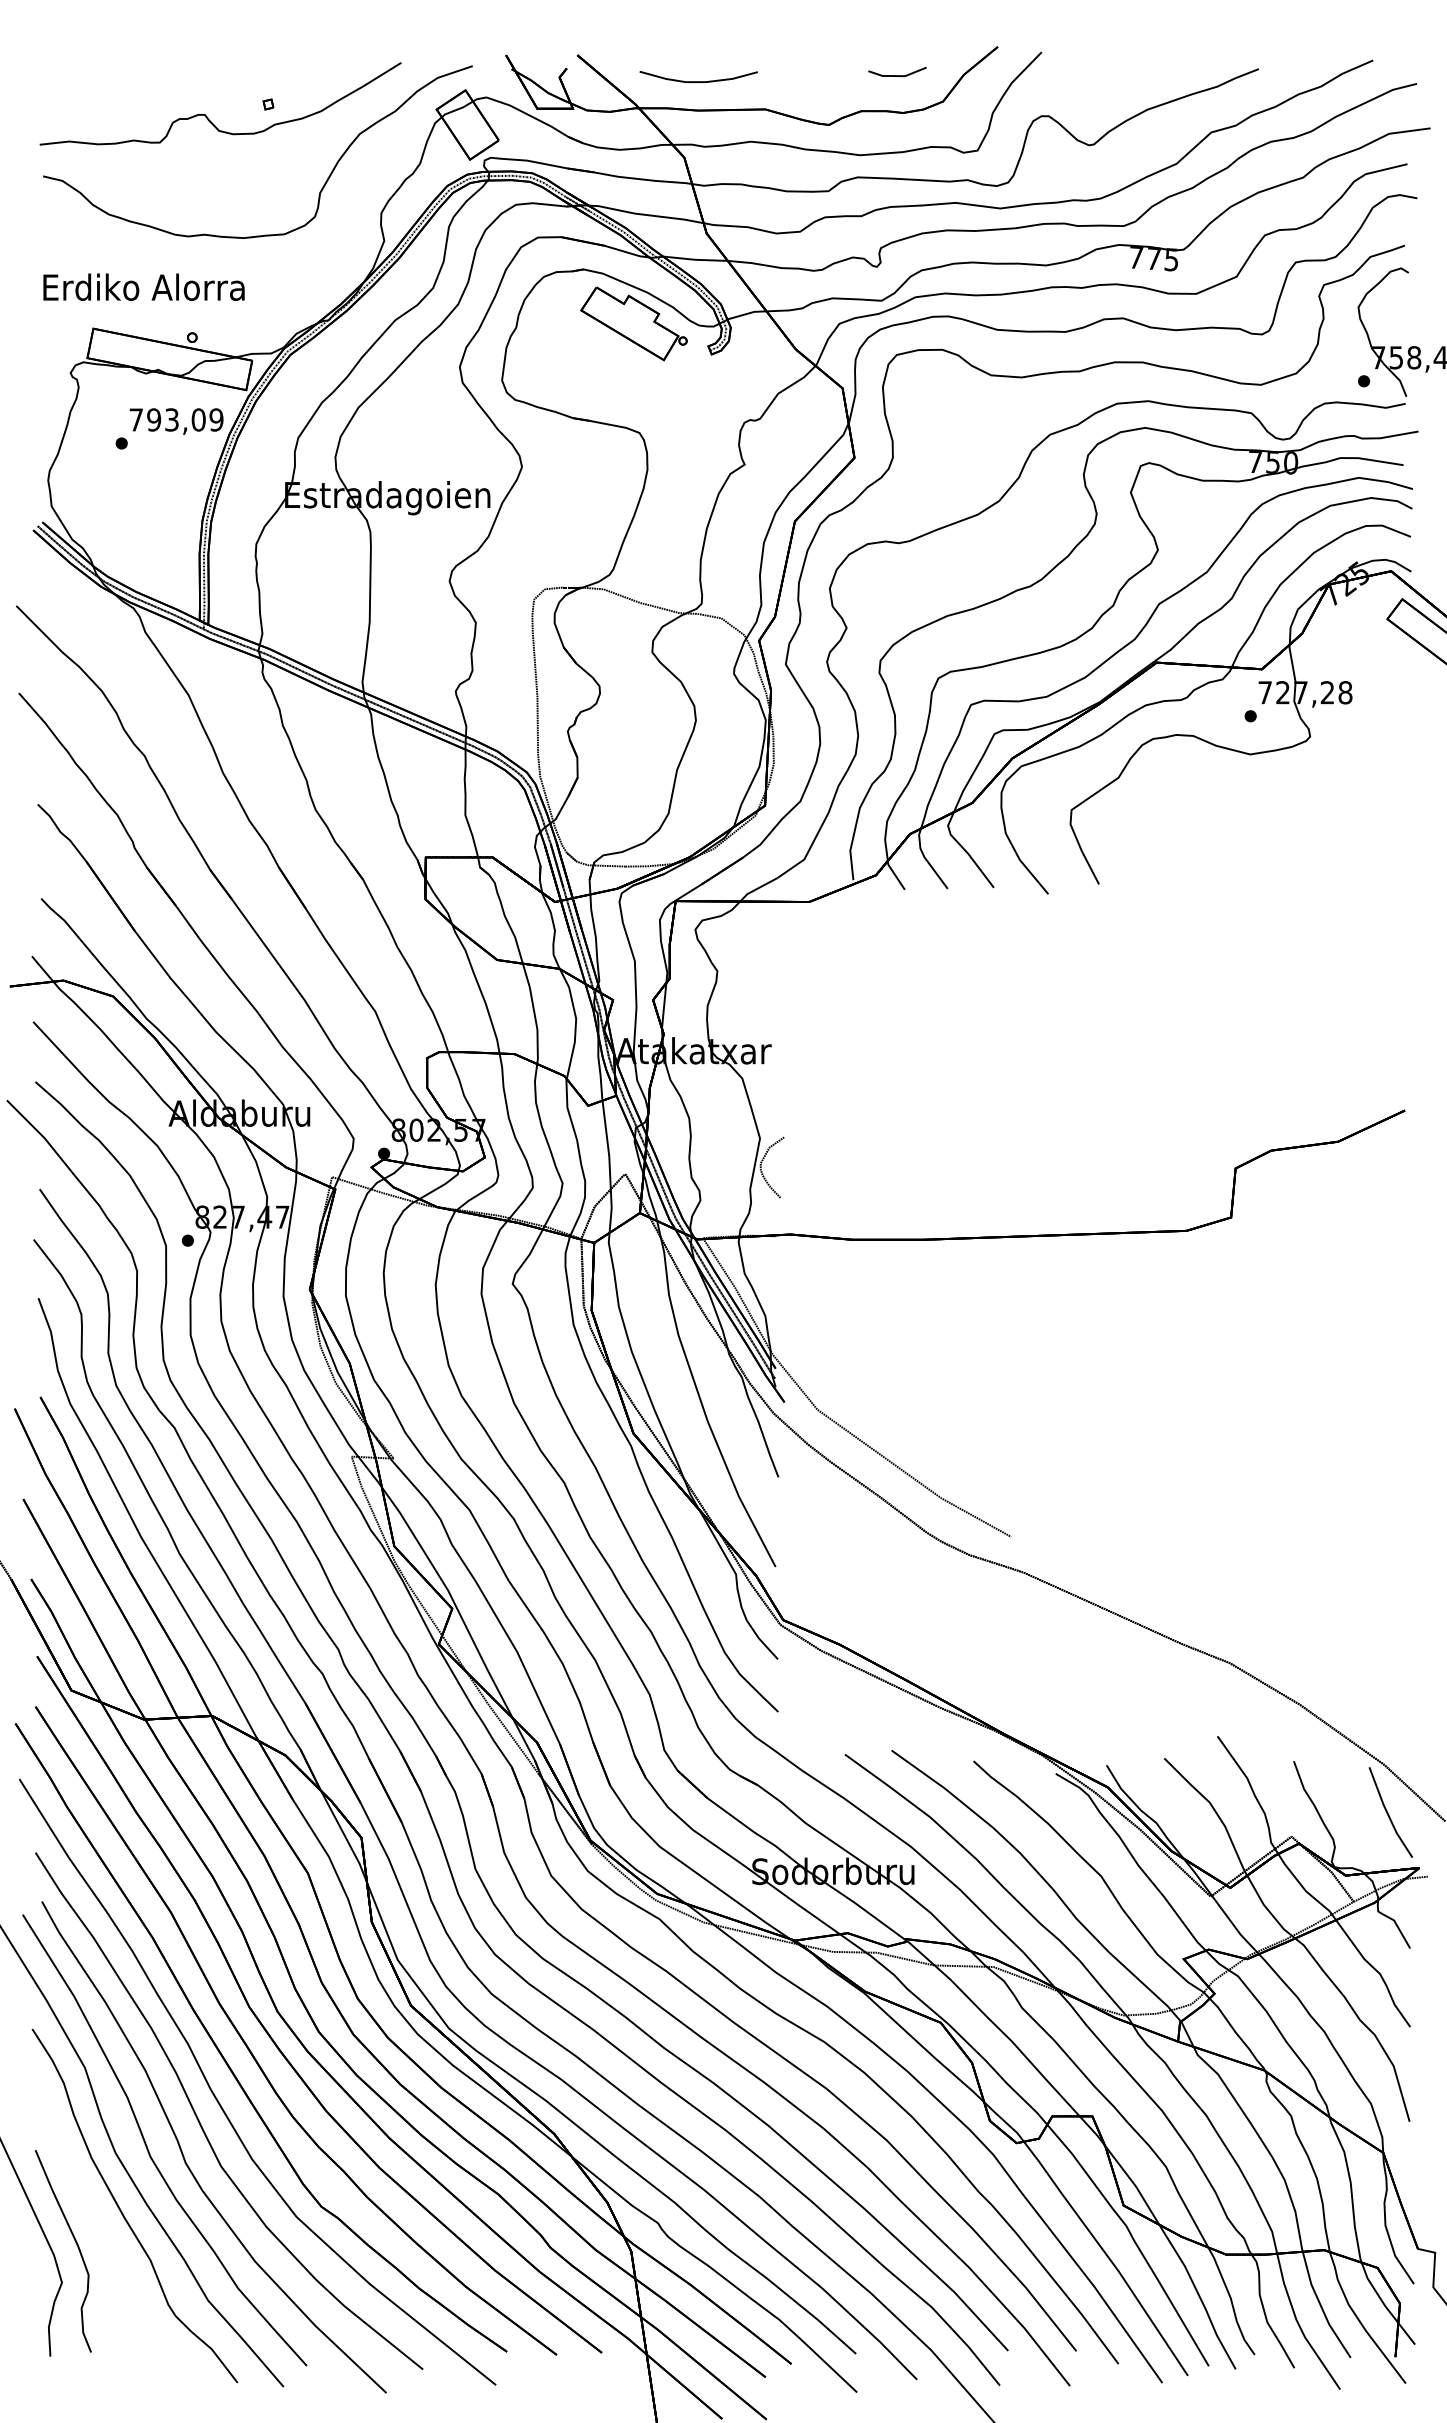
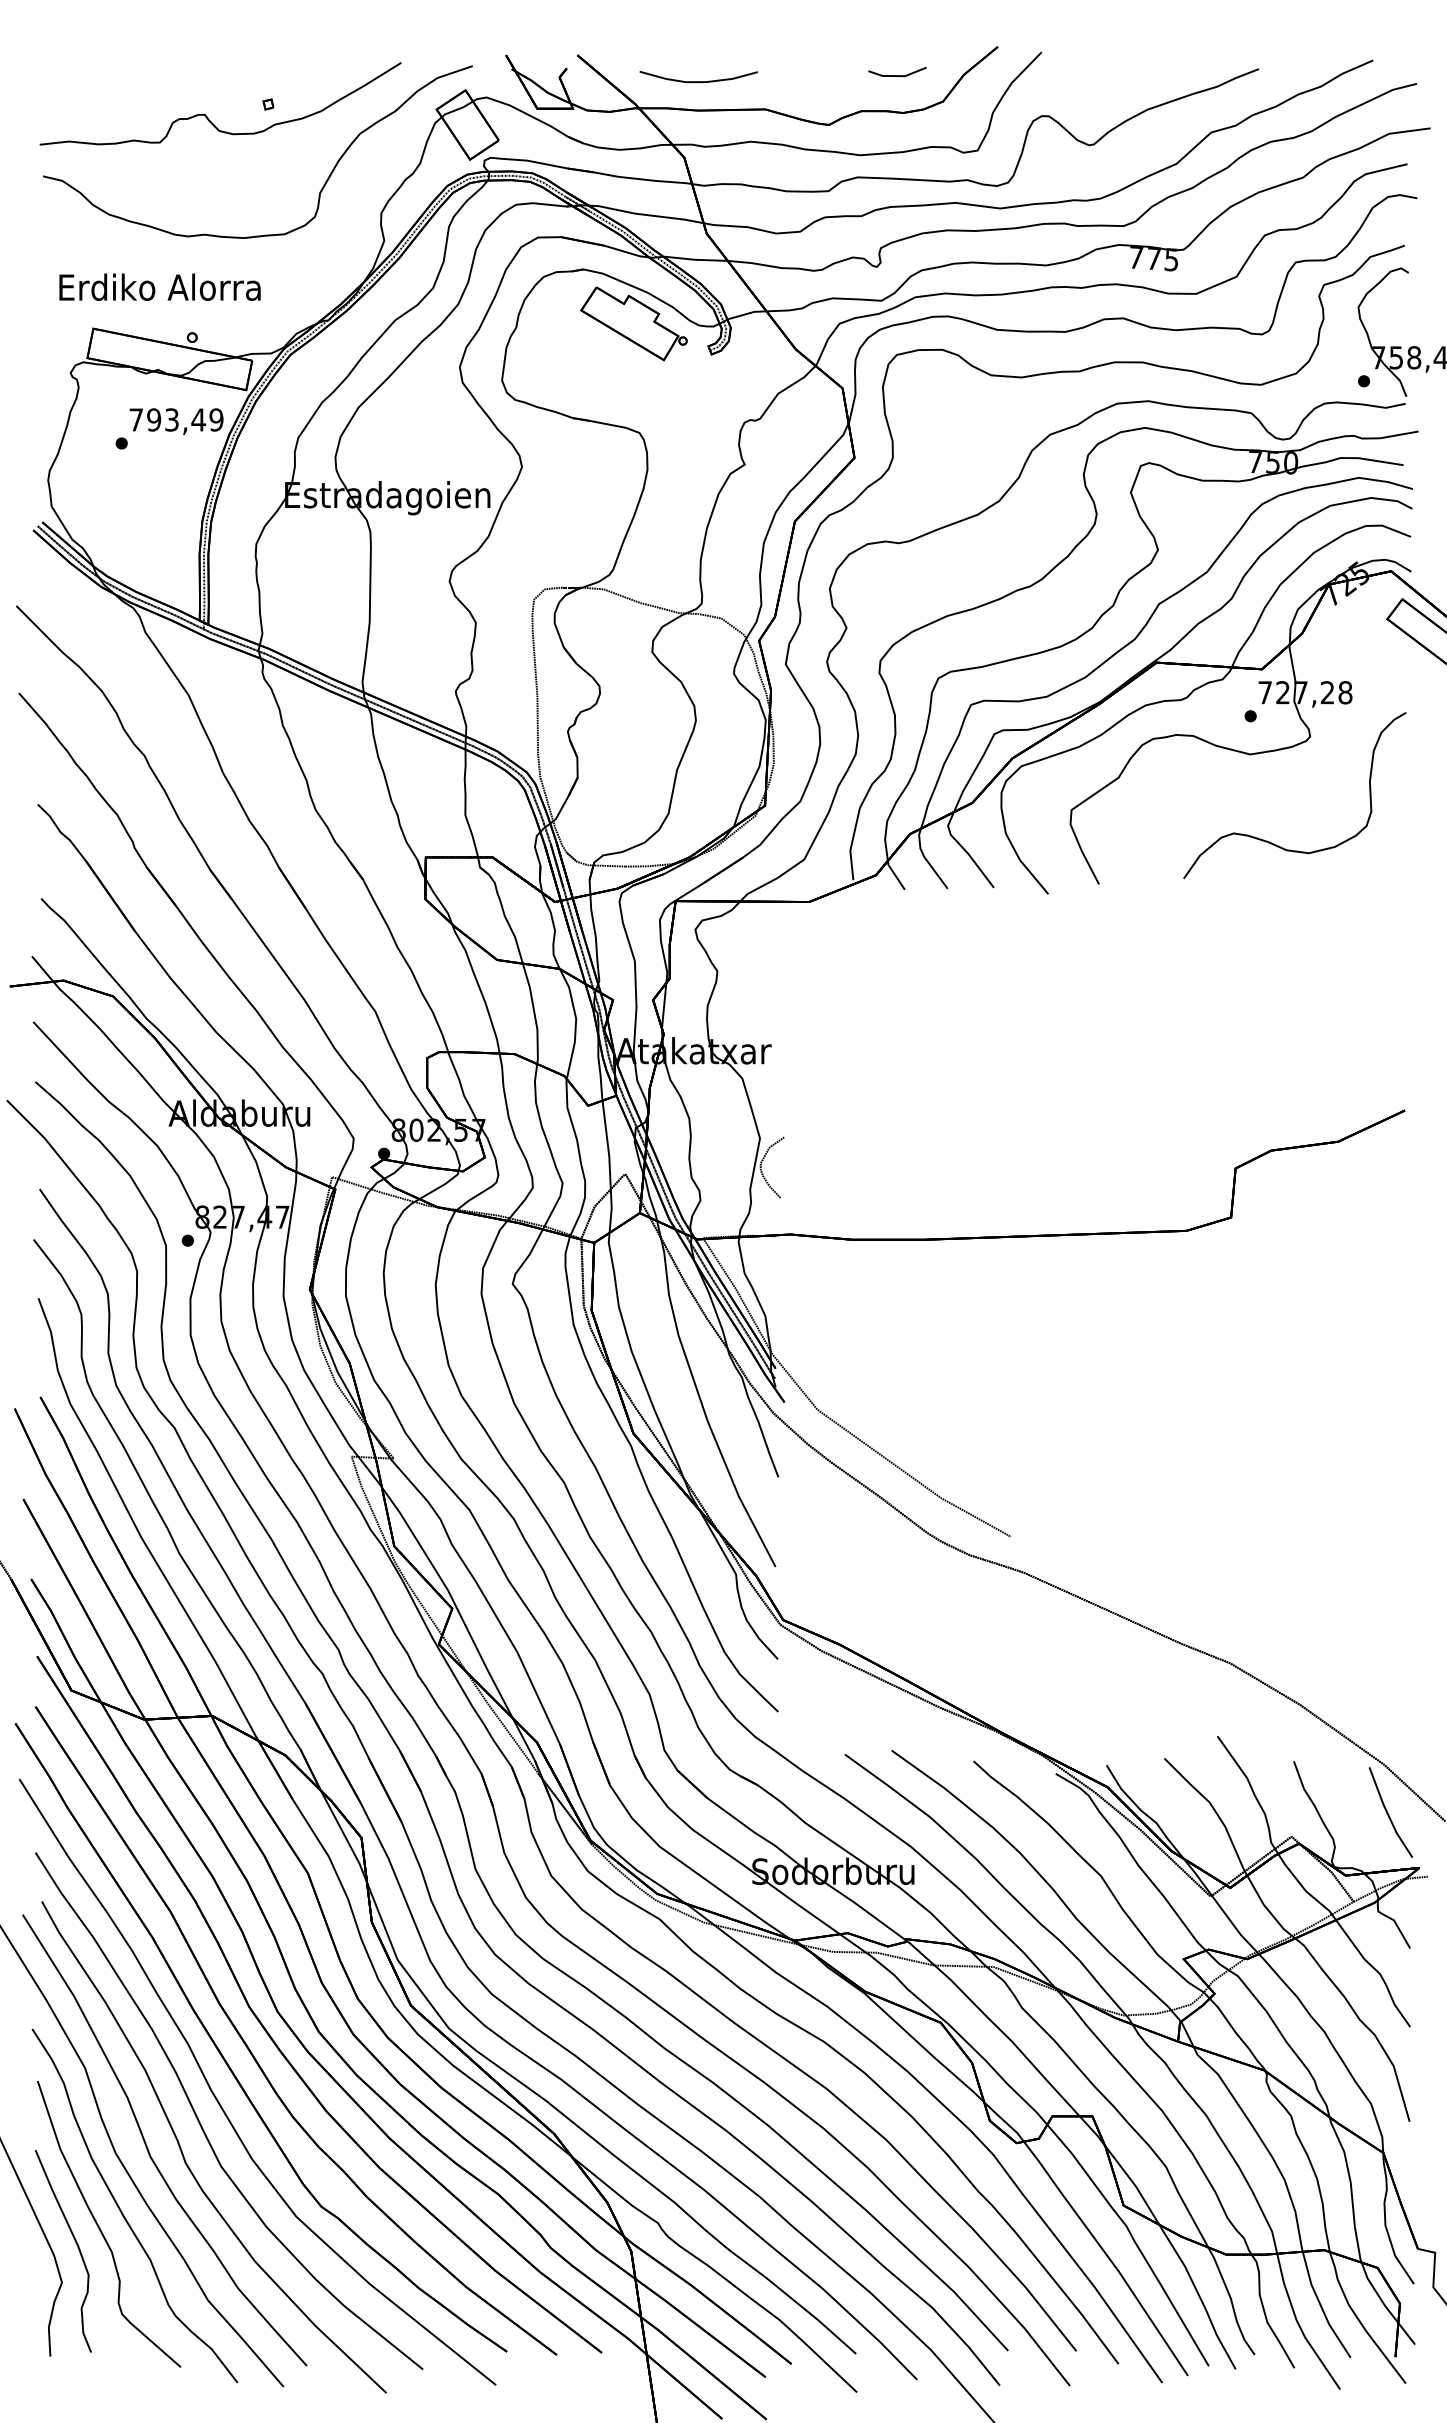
text at (143, 286) position: (143, 286) -> (159, 286)
text at (198, 419): 793,09 -> 793,49
curve at (1274, 843): none -> present
curve at (100, 2228): none -> present
